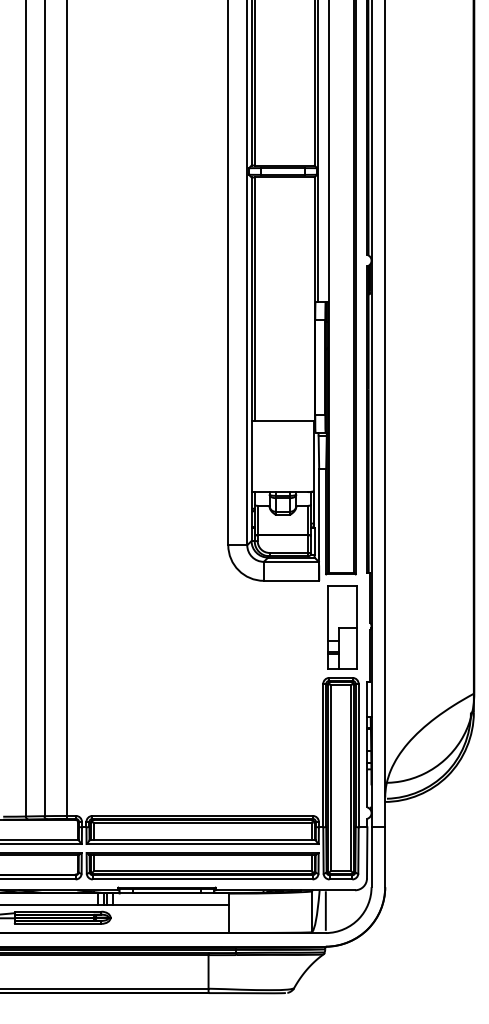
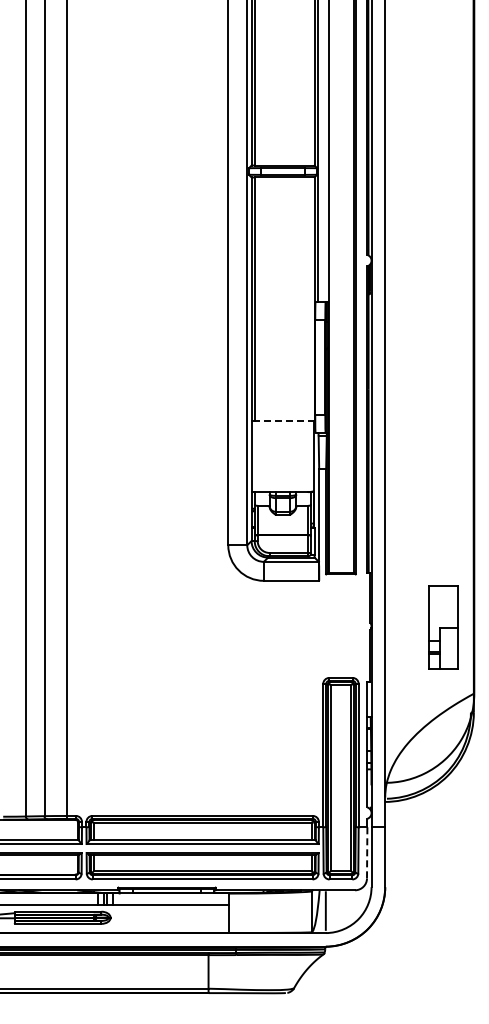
line at (284, 421): solid -> dashed
part at (342, 627) position: (342, 627) -> (443, 627)
line at (367, 852): solid -> dashed
